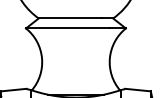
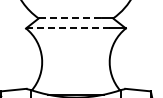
line at (70, 18): solid -> dashed
line at (68, 28): solid -> dashed
